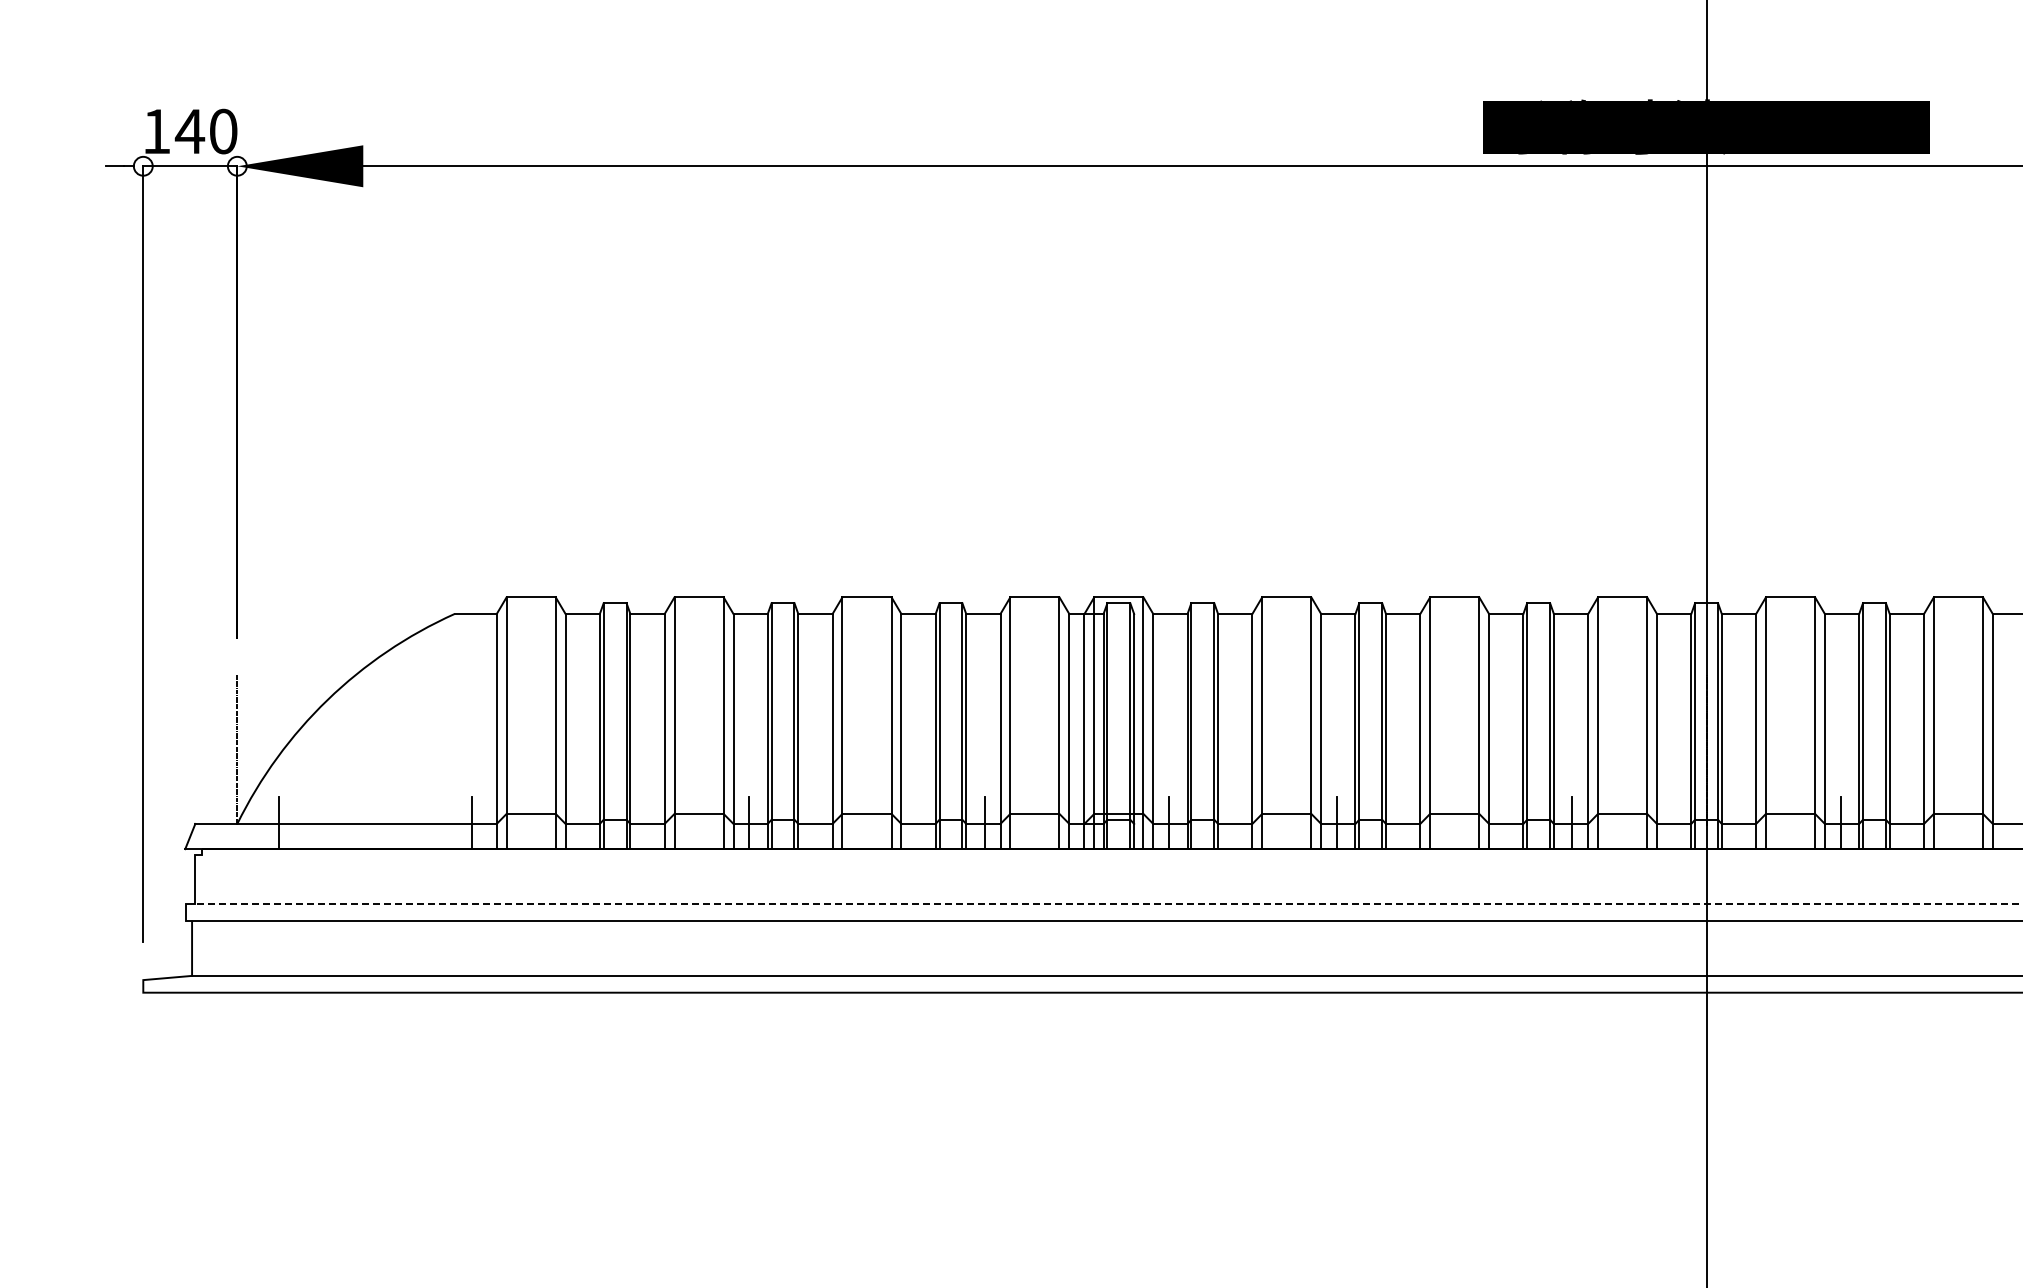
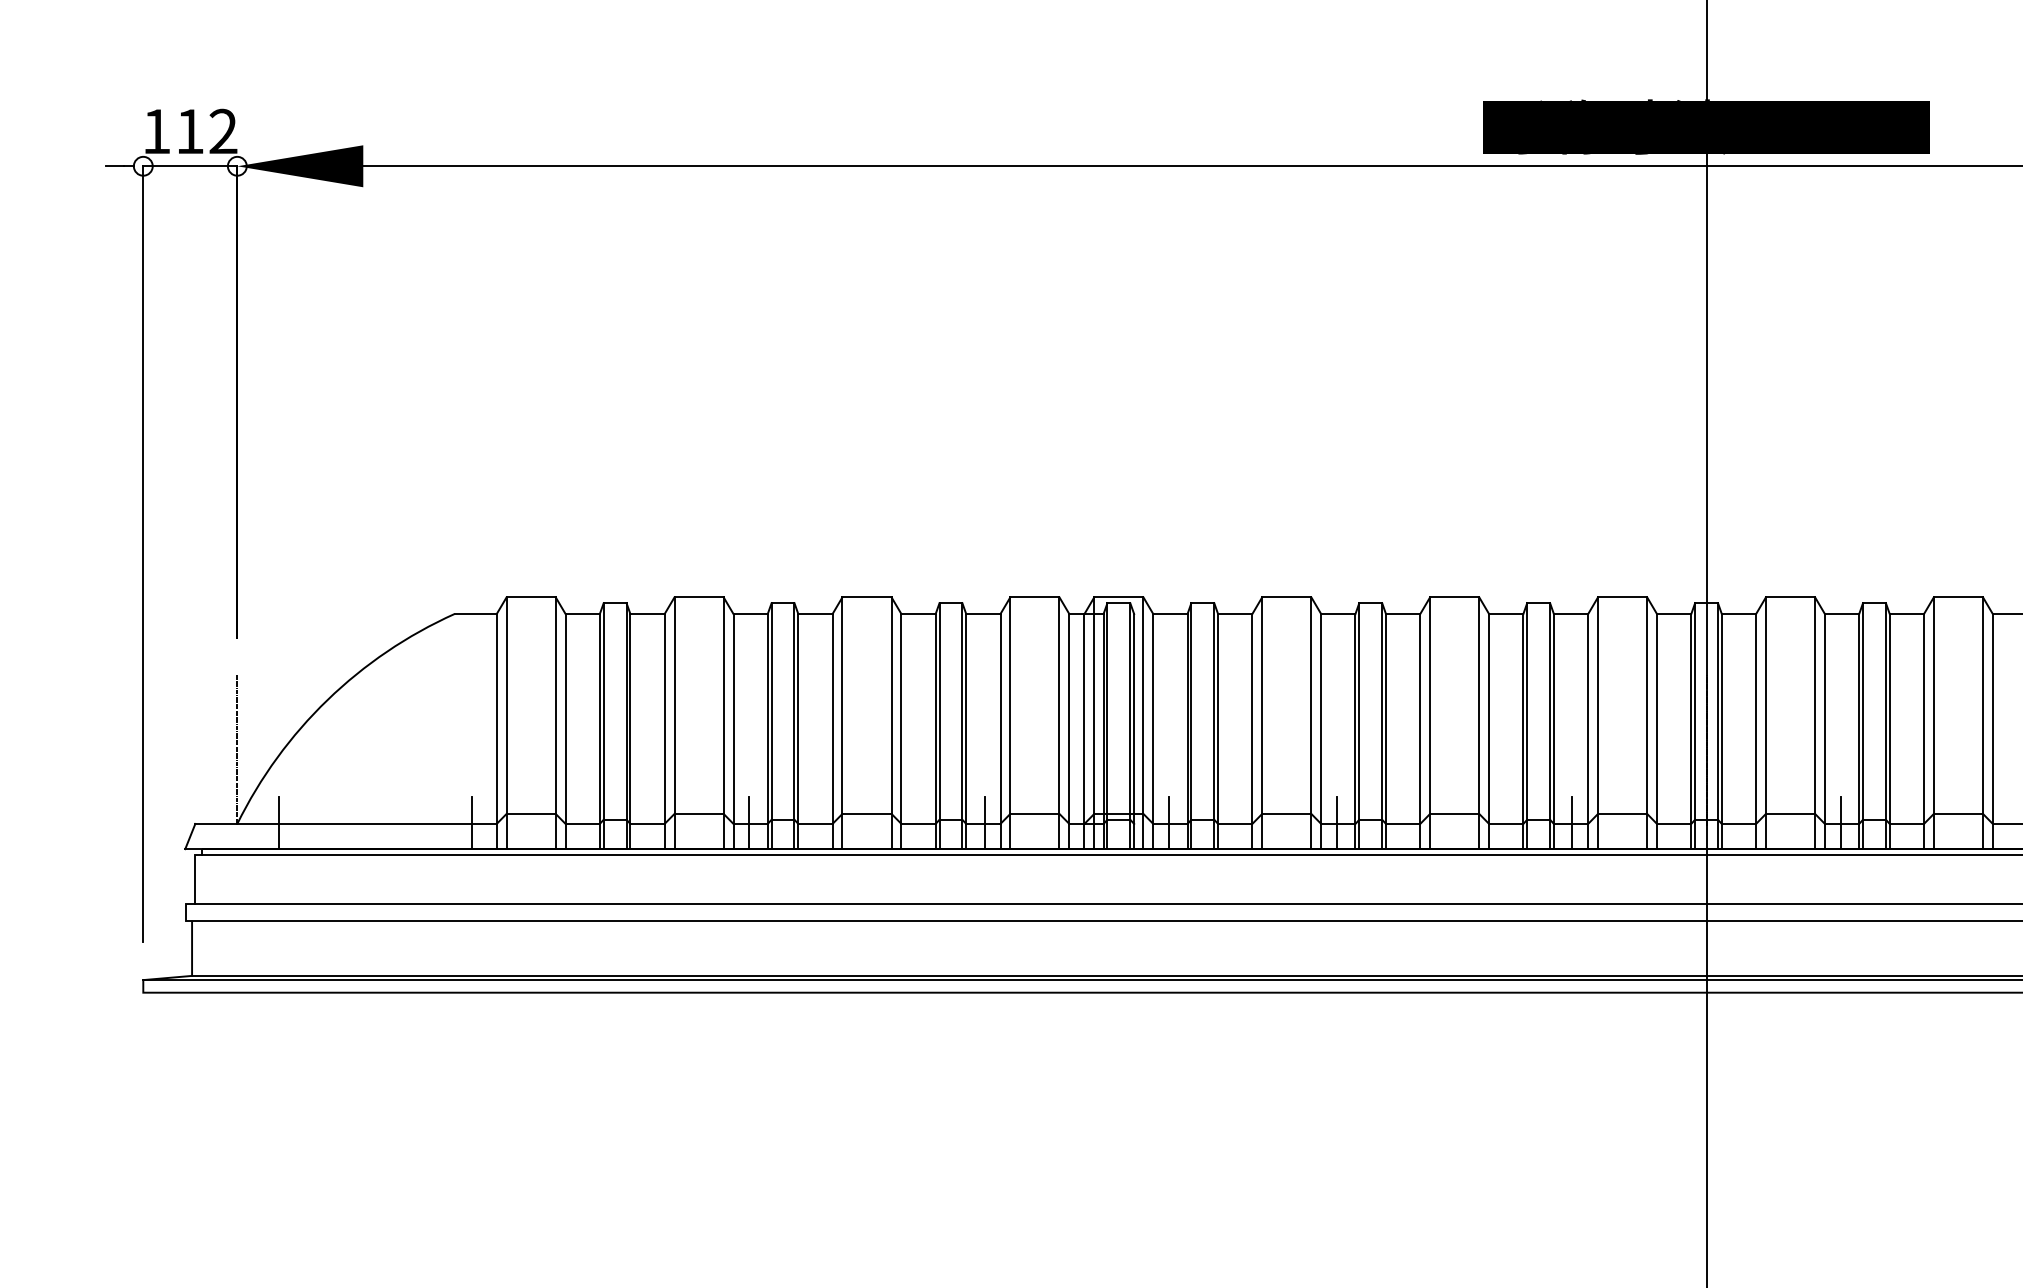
text at (205, 131): 140 -> 112
line at (1110, 854): none -> present
line at (1108, 904): dashed -> solid
line at (1081, 980): none -> present
